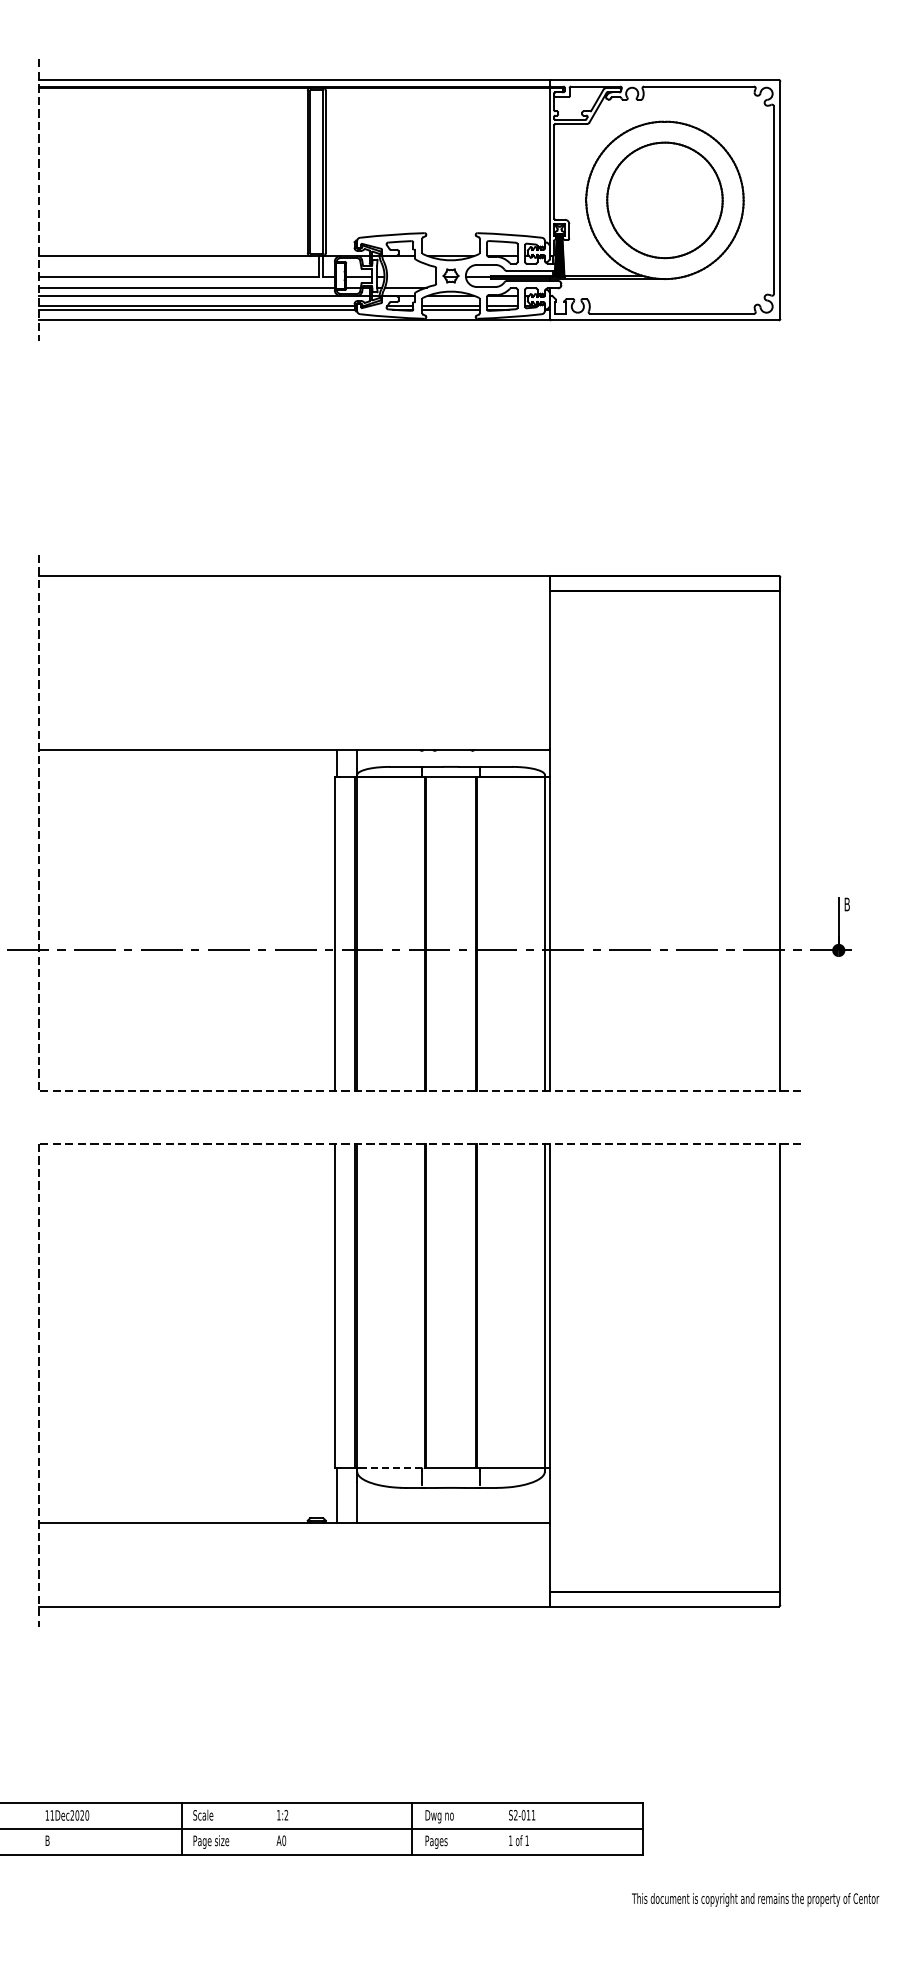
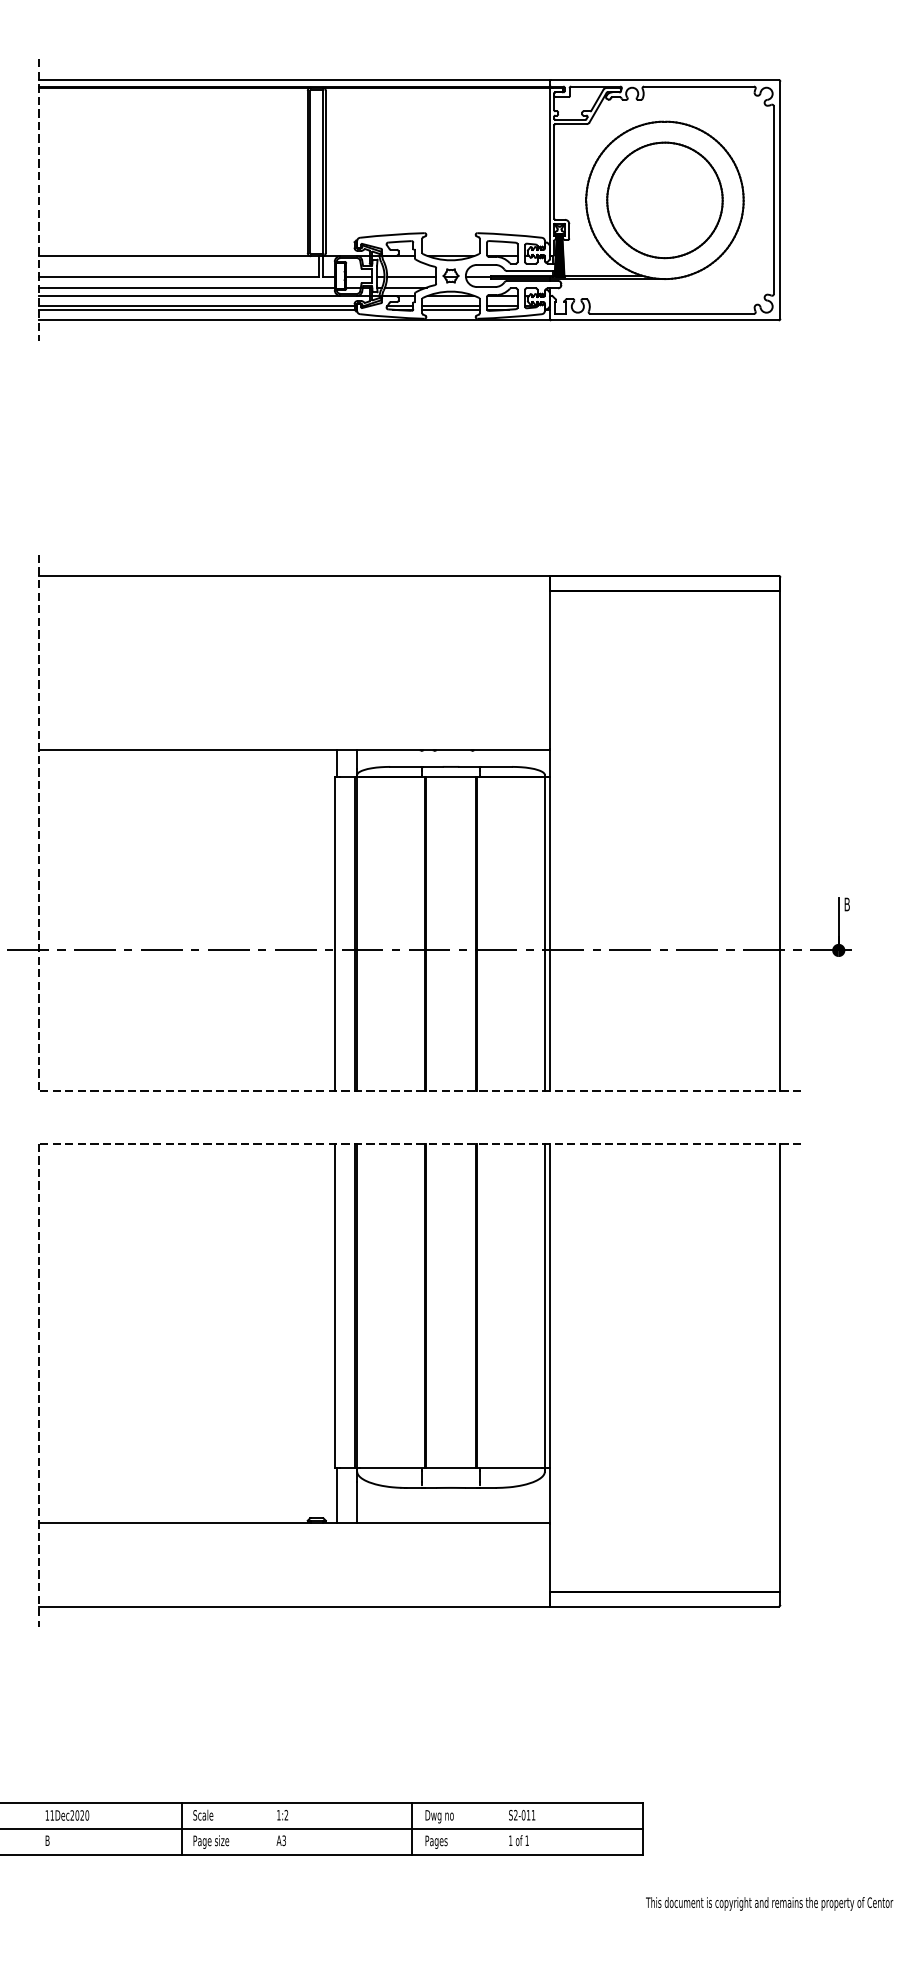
line at (411, 277): none -> present
line at (392, 1468): dashed -> solid
text at (284, 1840): A0 -> A3
text at (755, 1899) position: (755, 1899) -> (769, 1903)
